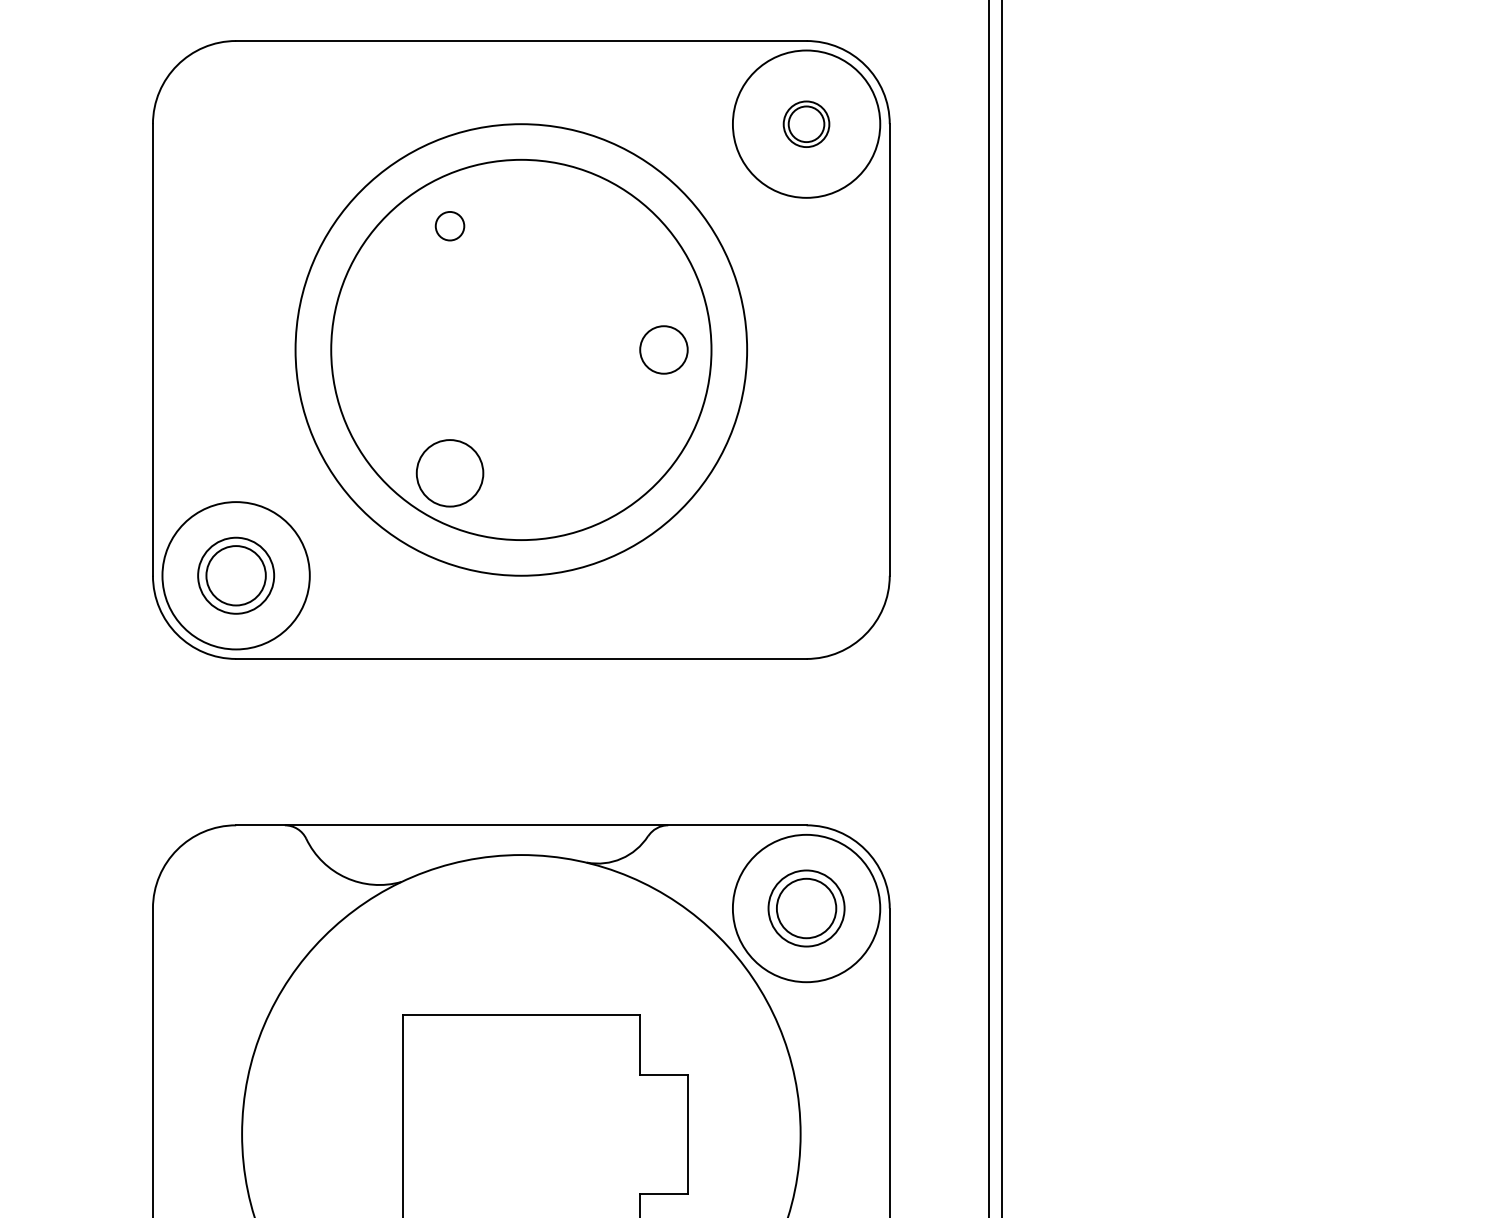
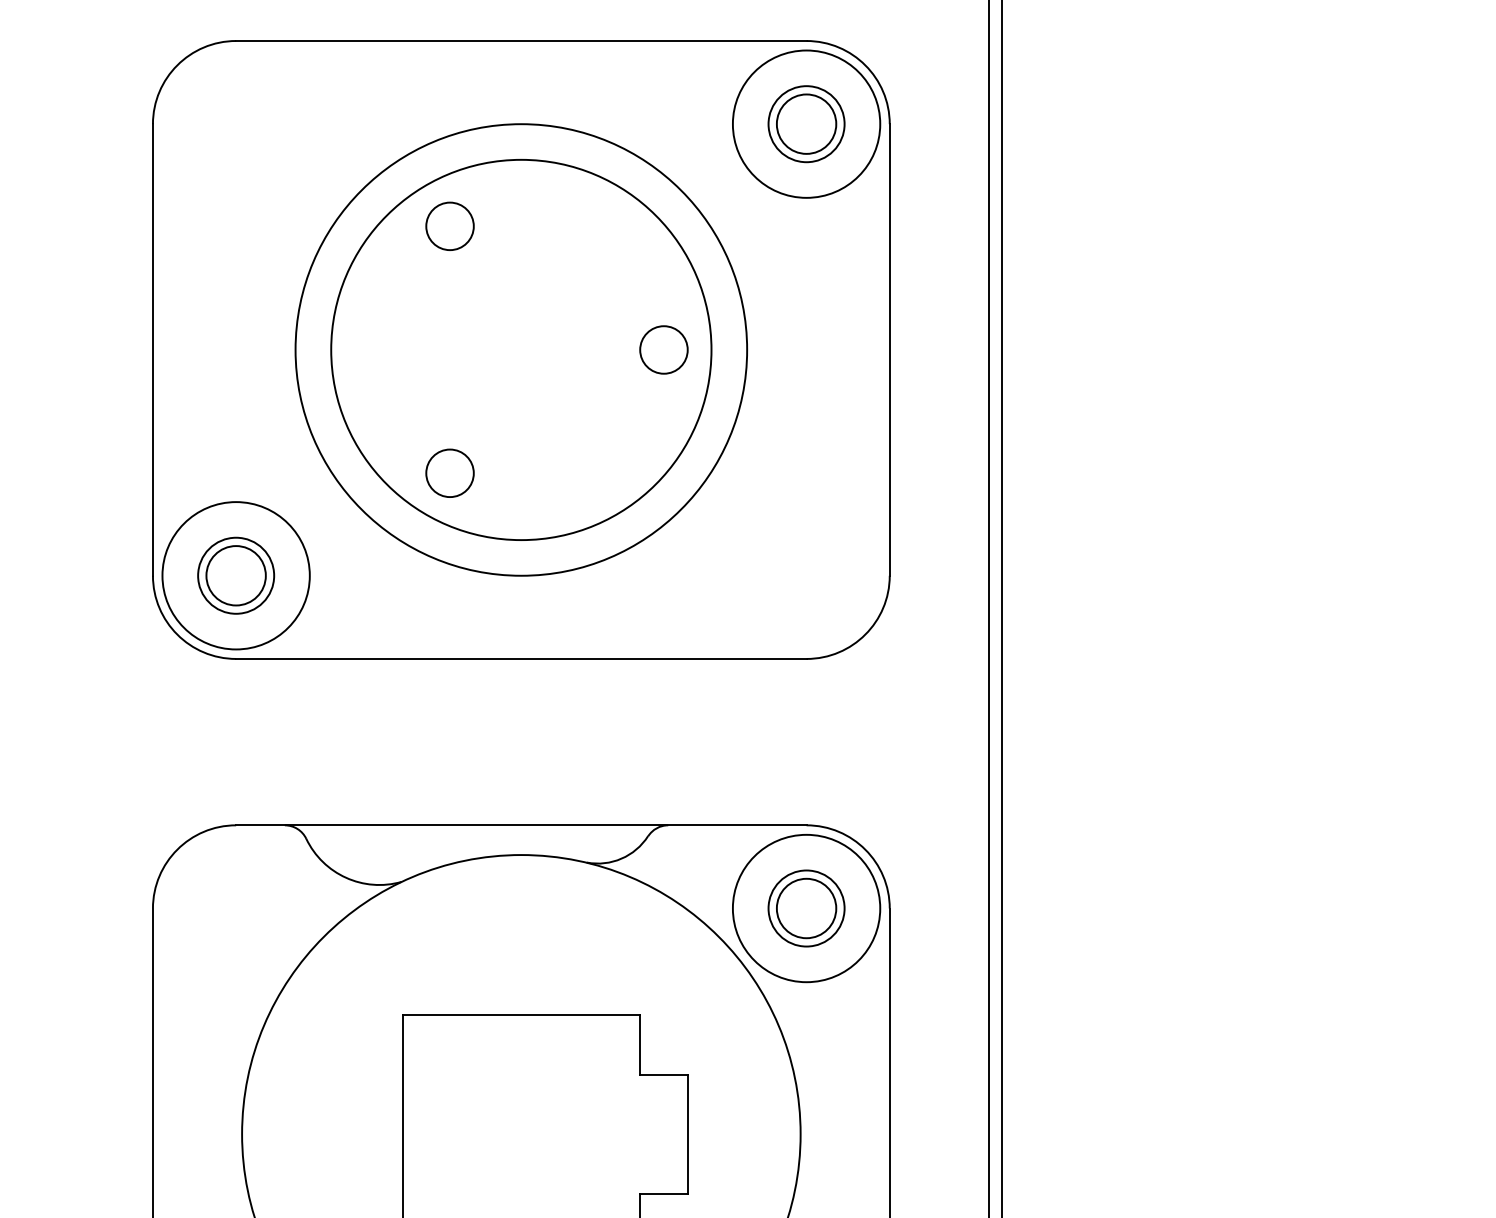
part at (806, 123) size: 49x48 px -> 79x79 px
circle at (449, 226) size: 32x31 px -> 50x50 px
circle at (449, 473) diameter: 67 px -> 48 px
